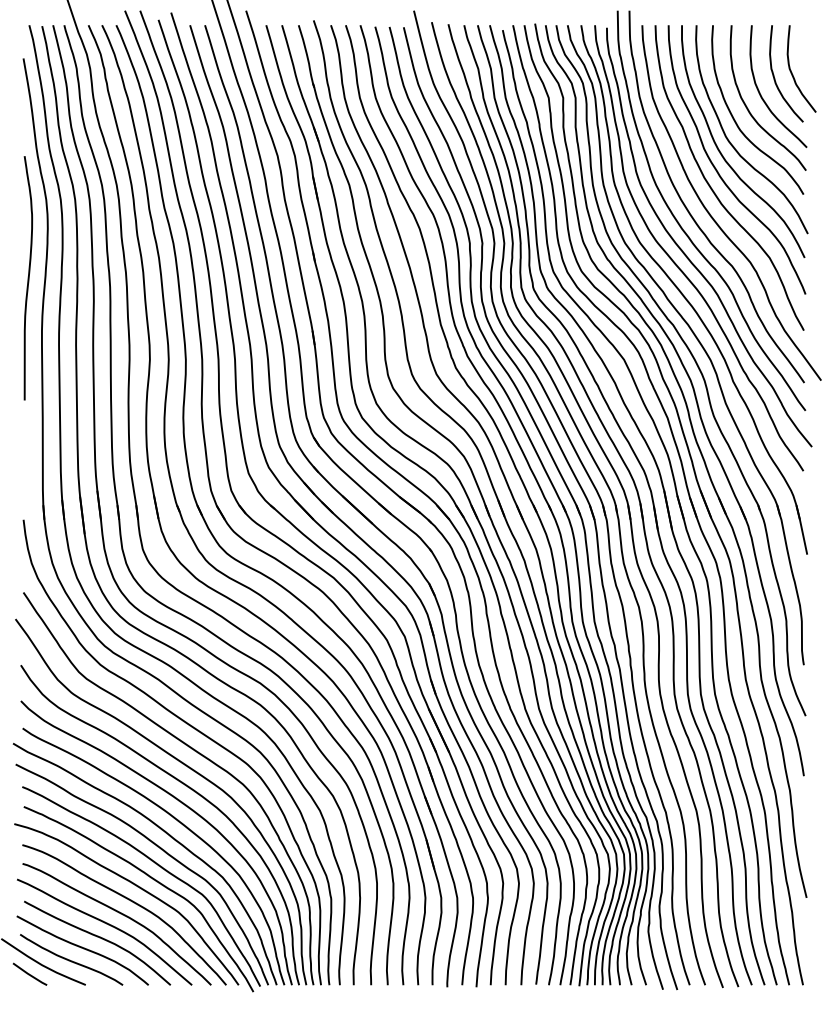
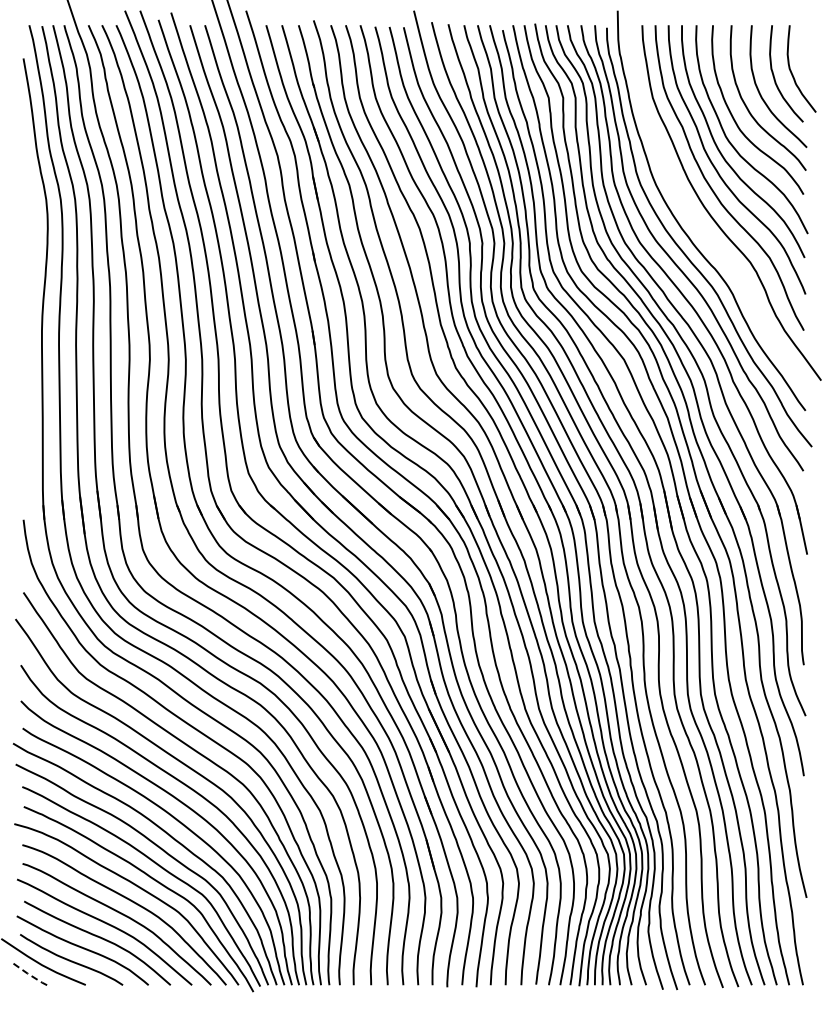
curve at (690, 212): present -> none
curve at (28, 278): present -> none
line at (30, 975): solid -> dashed
